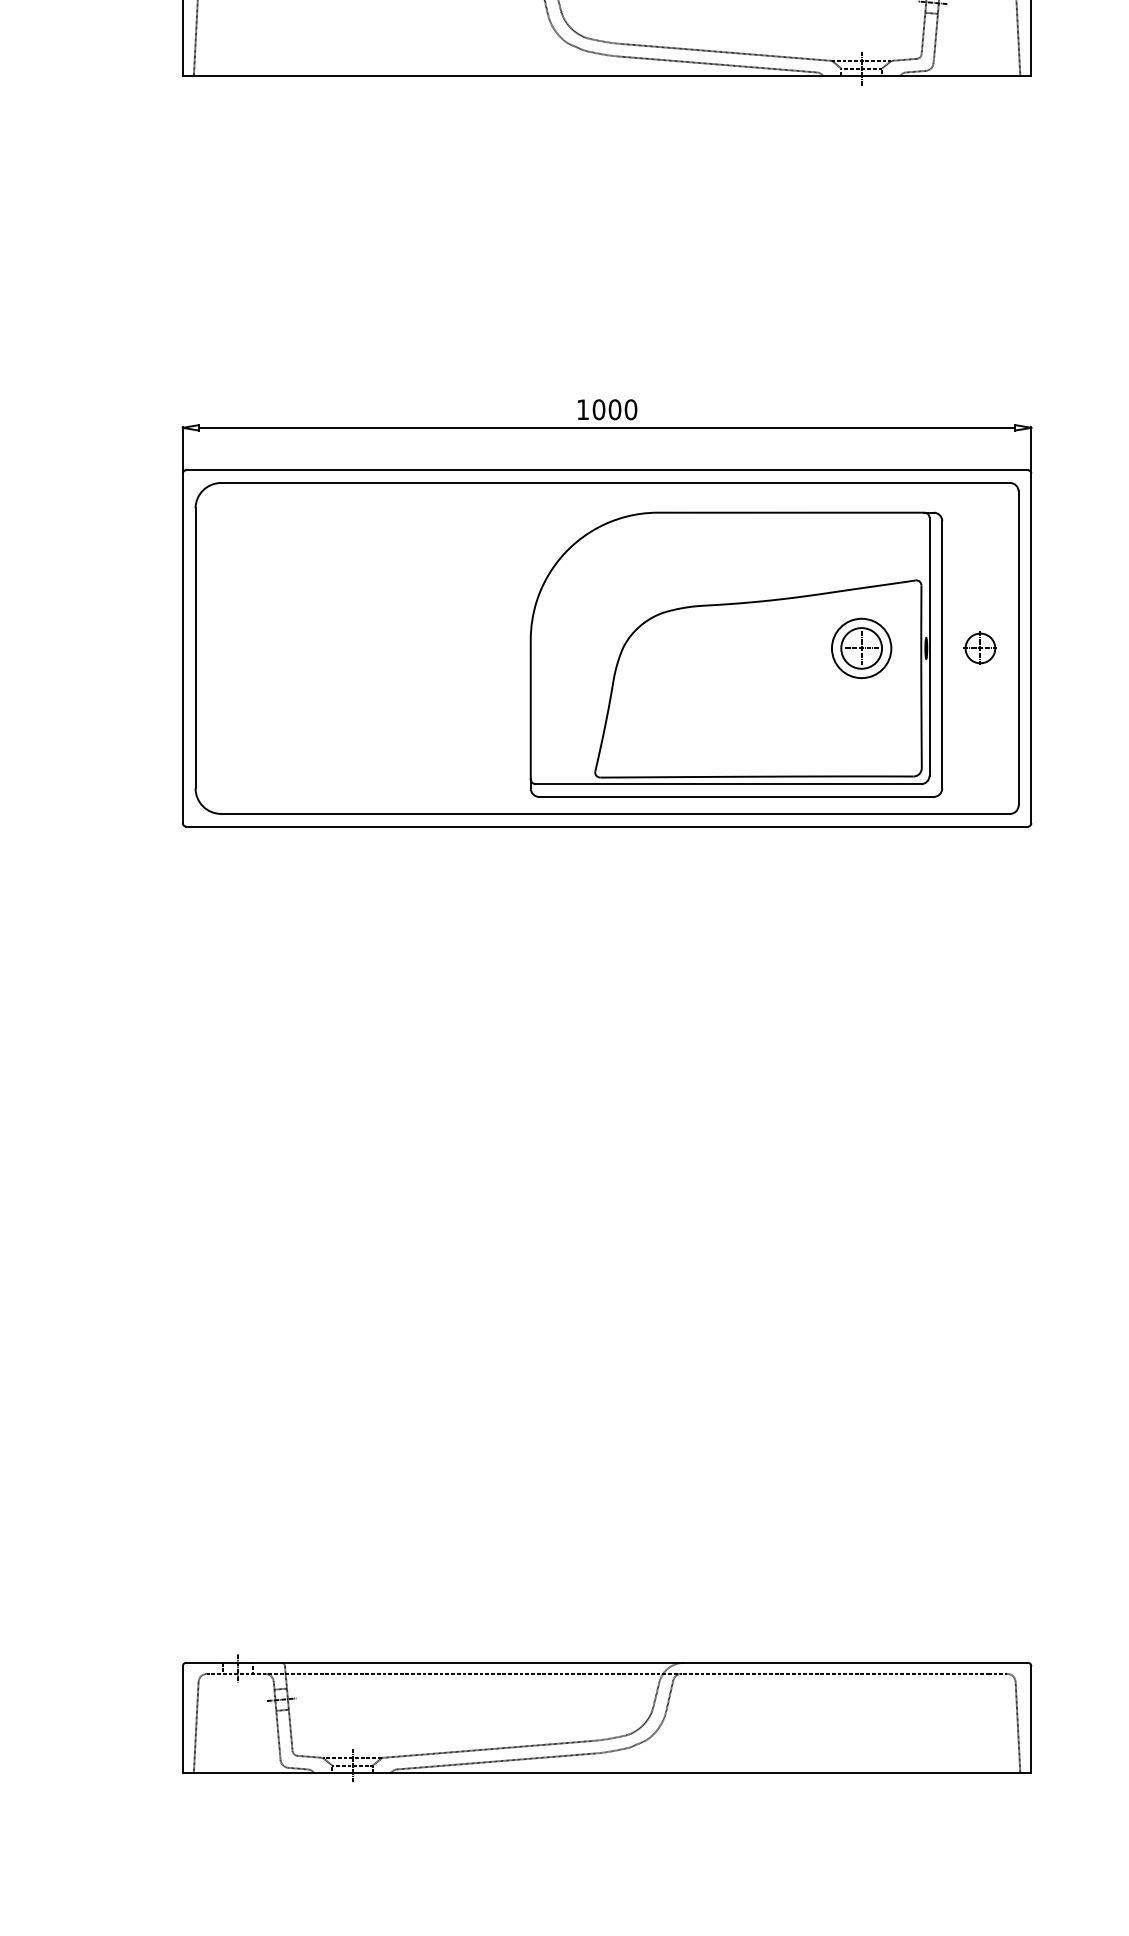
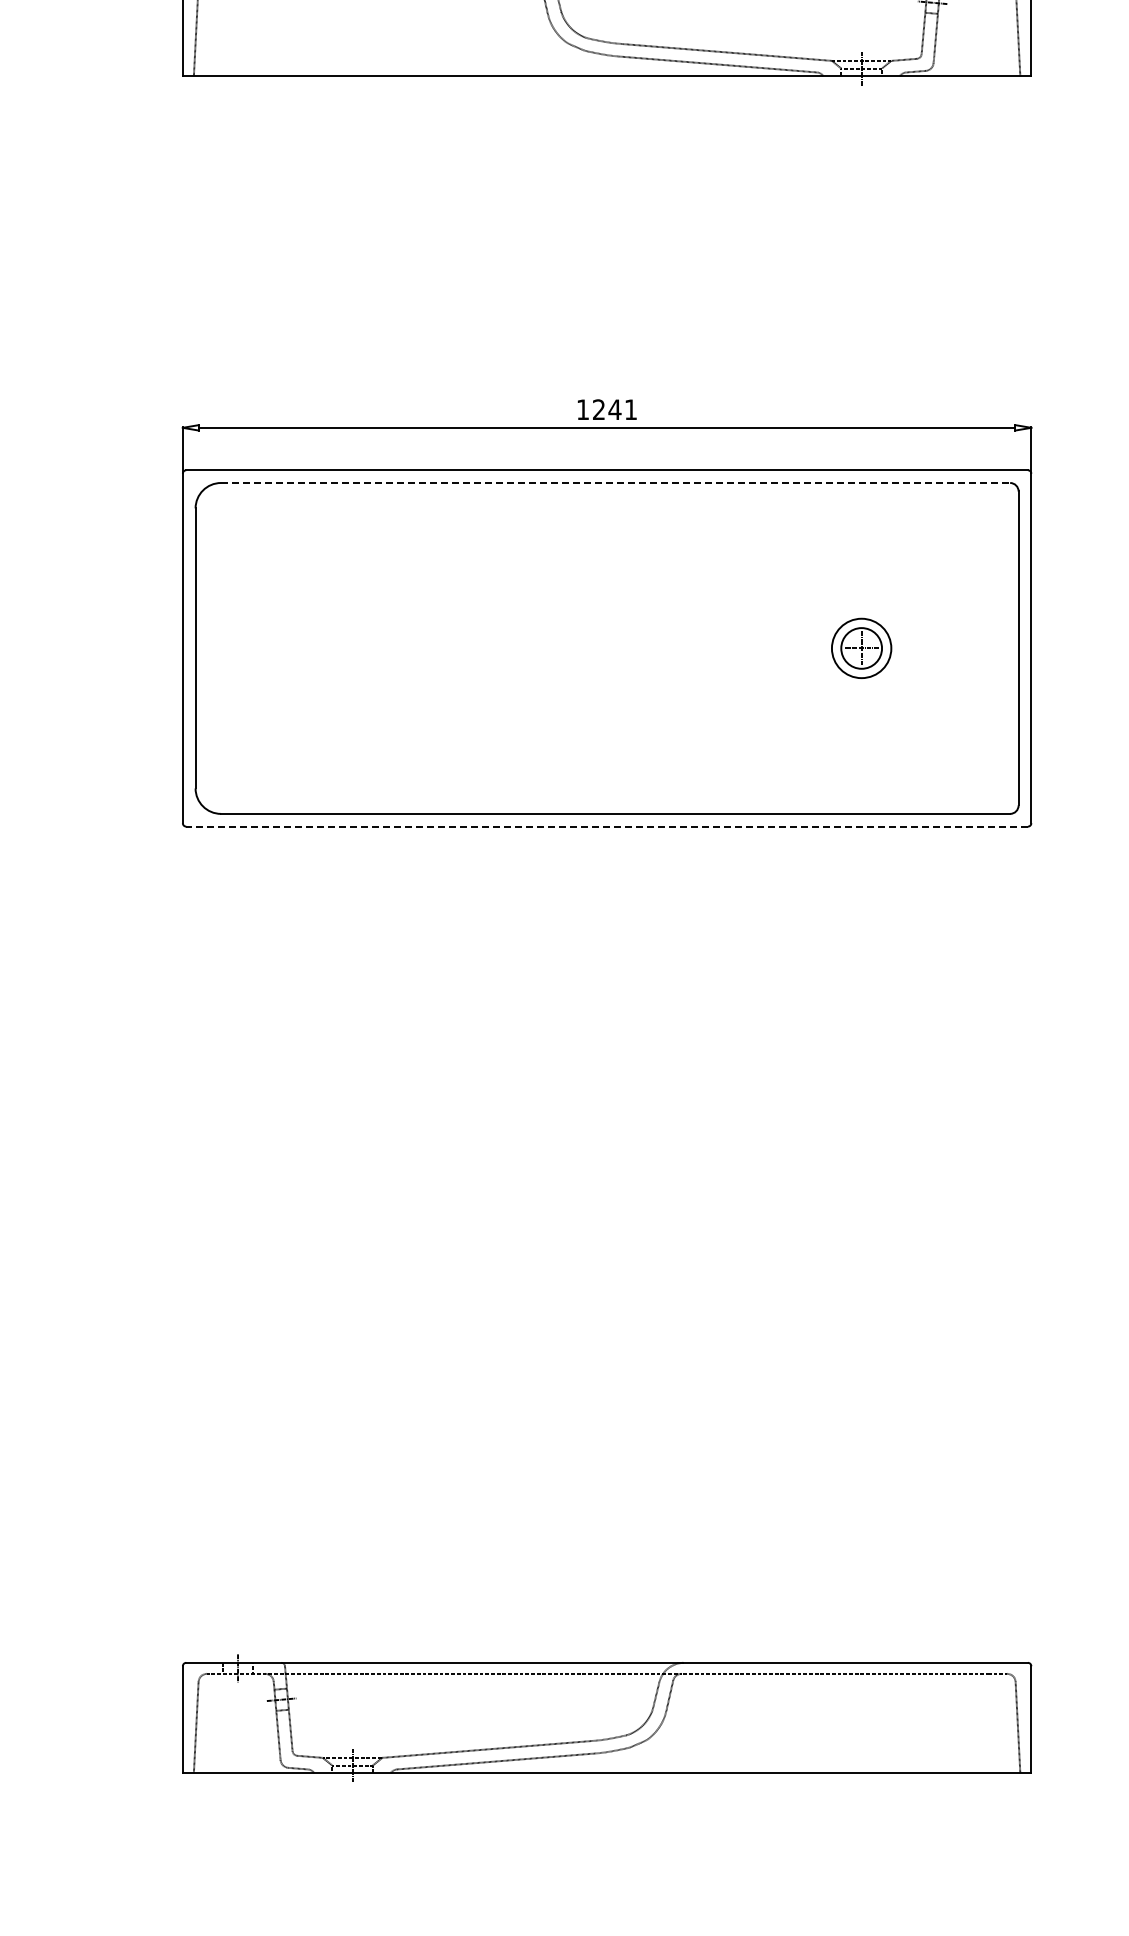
text at (614, 409): 1000 -> 1241
line at (615, 483): solid -> dashed
part at (979, 647): present -> none
part at (736, 654): present -> none
line at (607, 826): solid -> dashed
